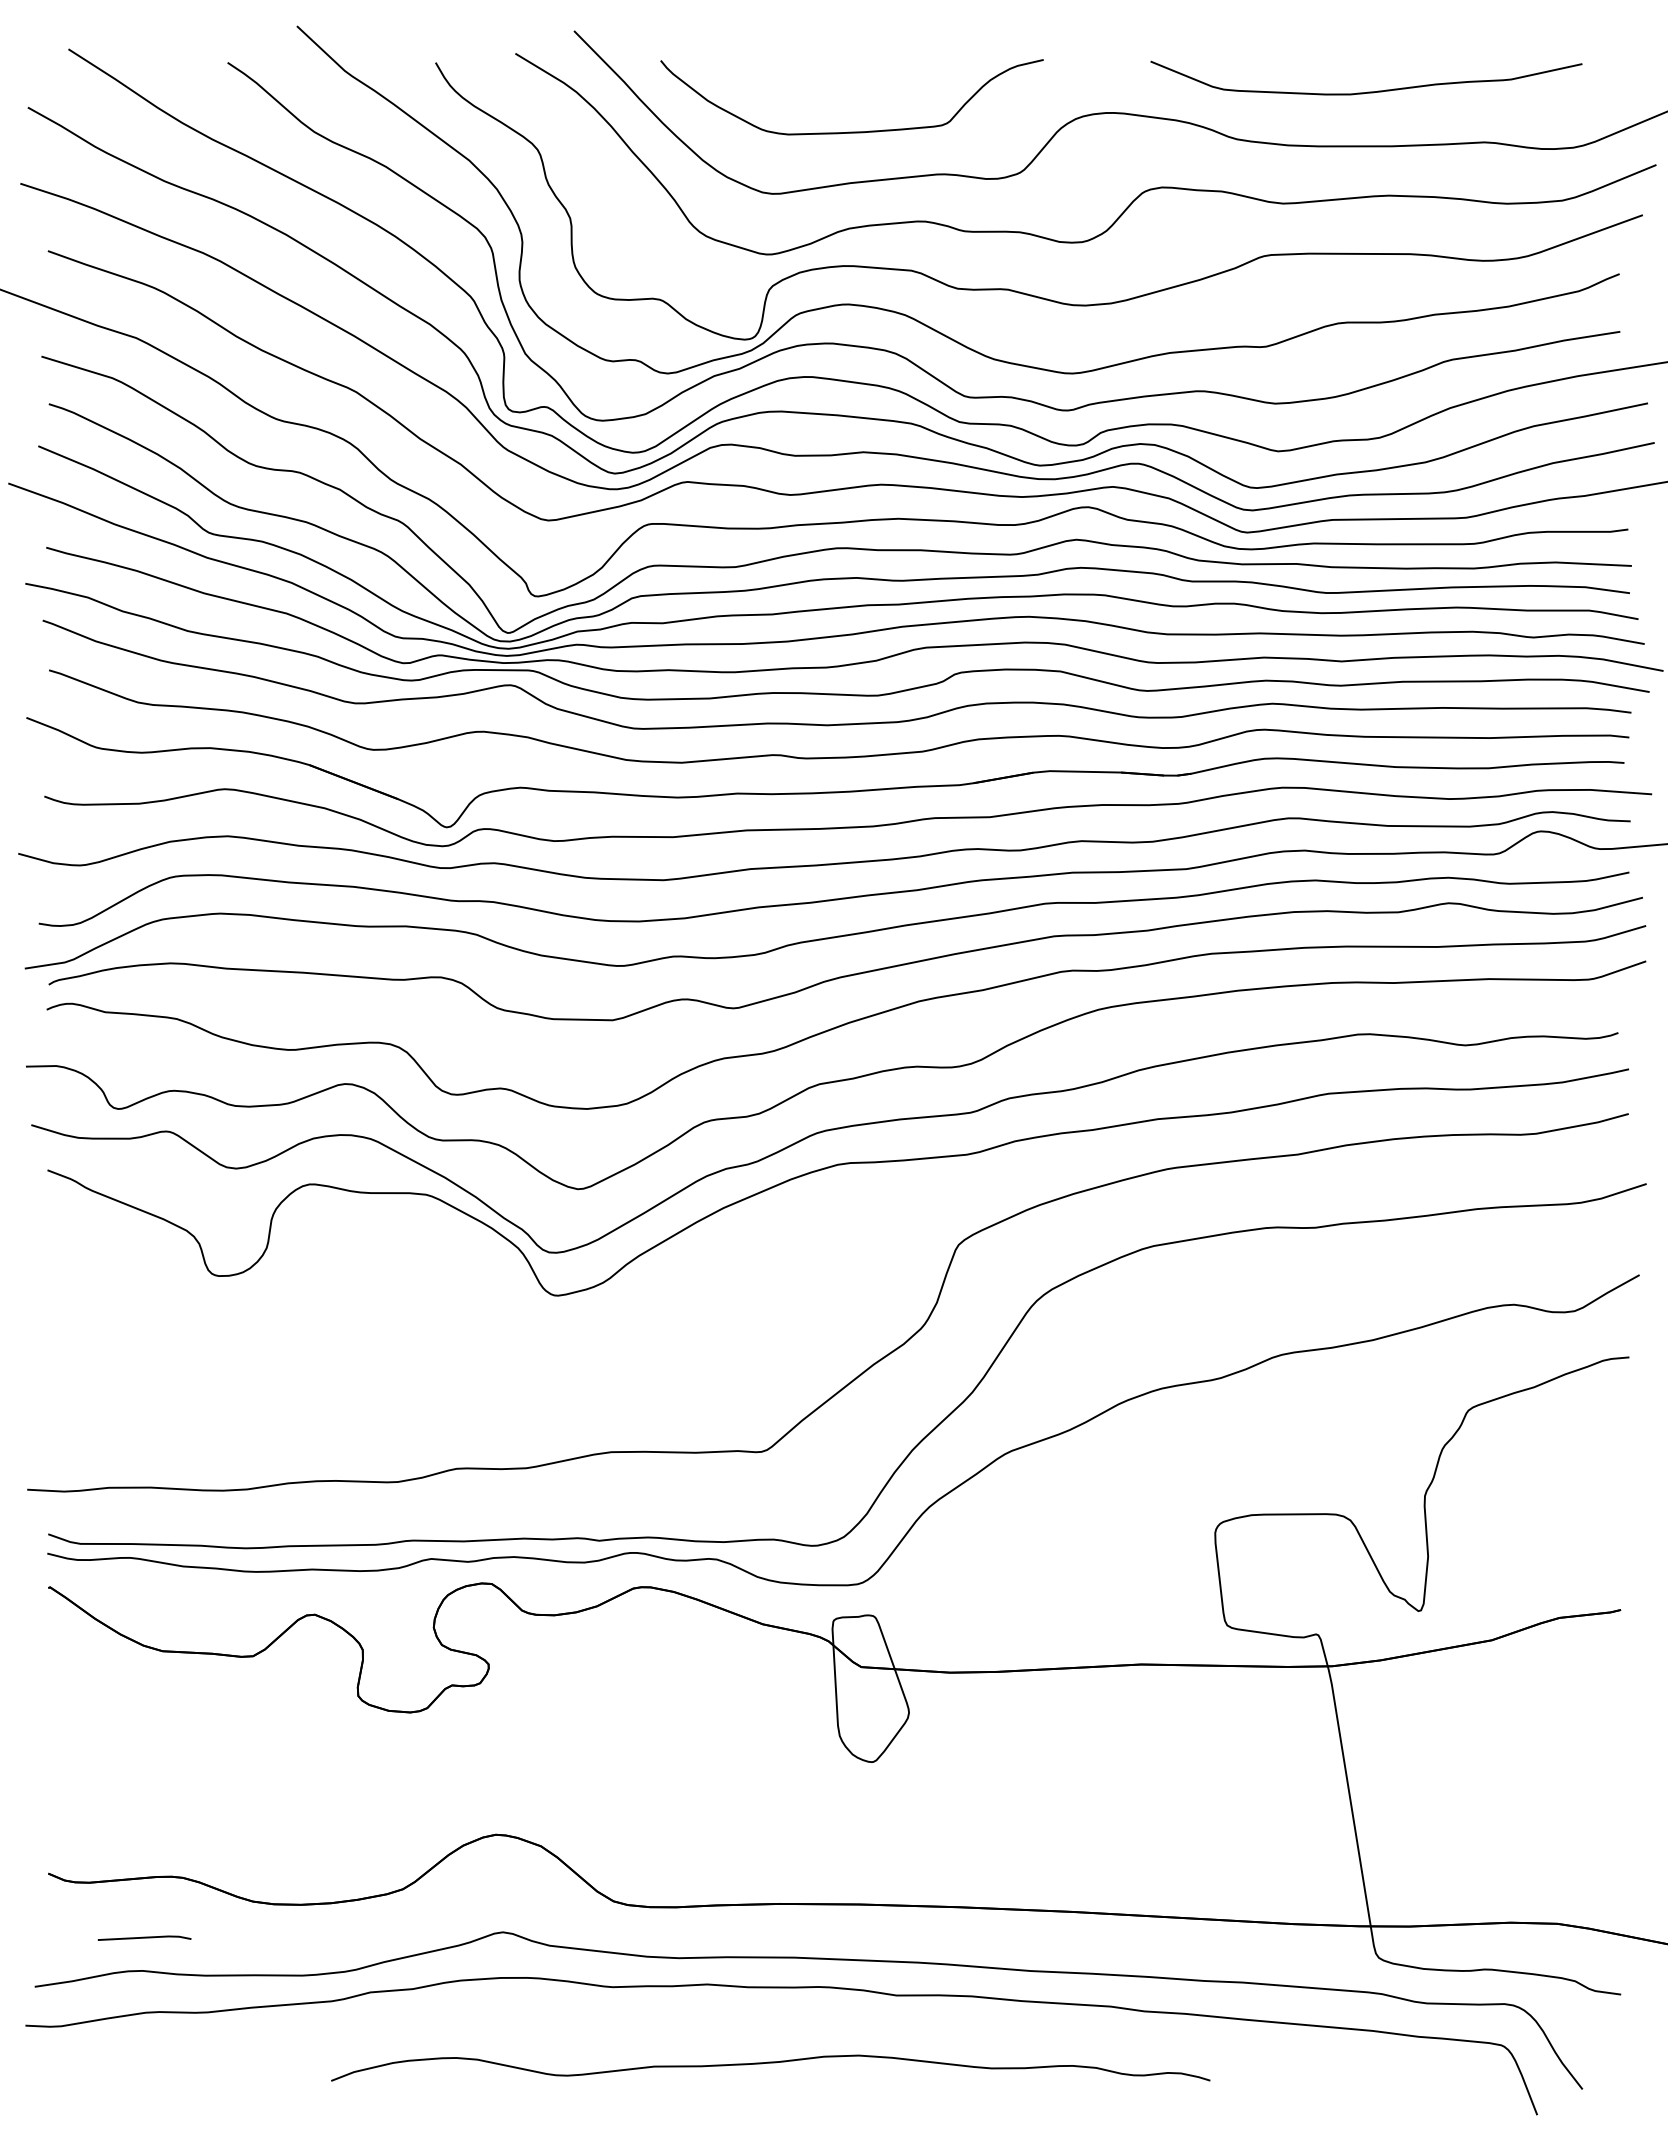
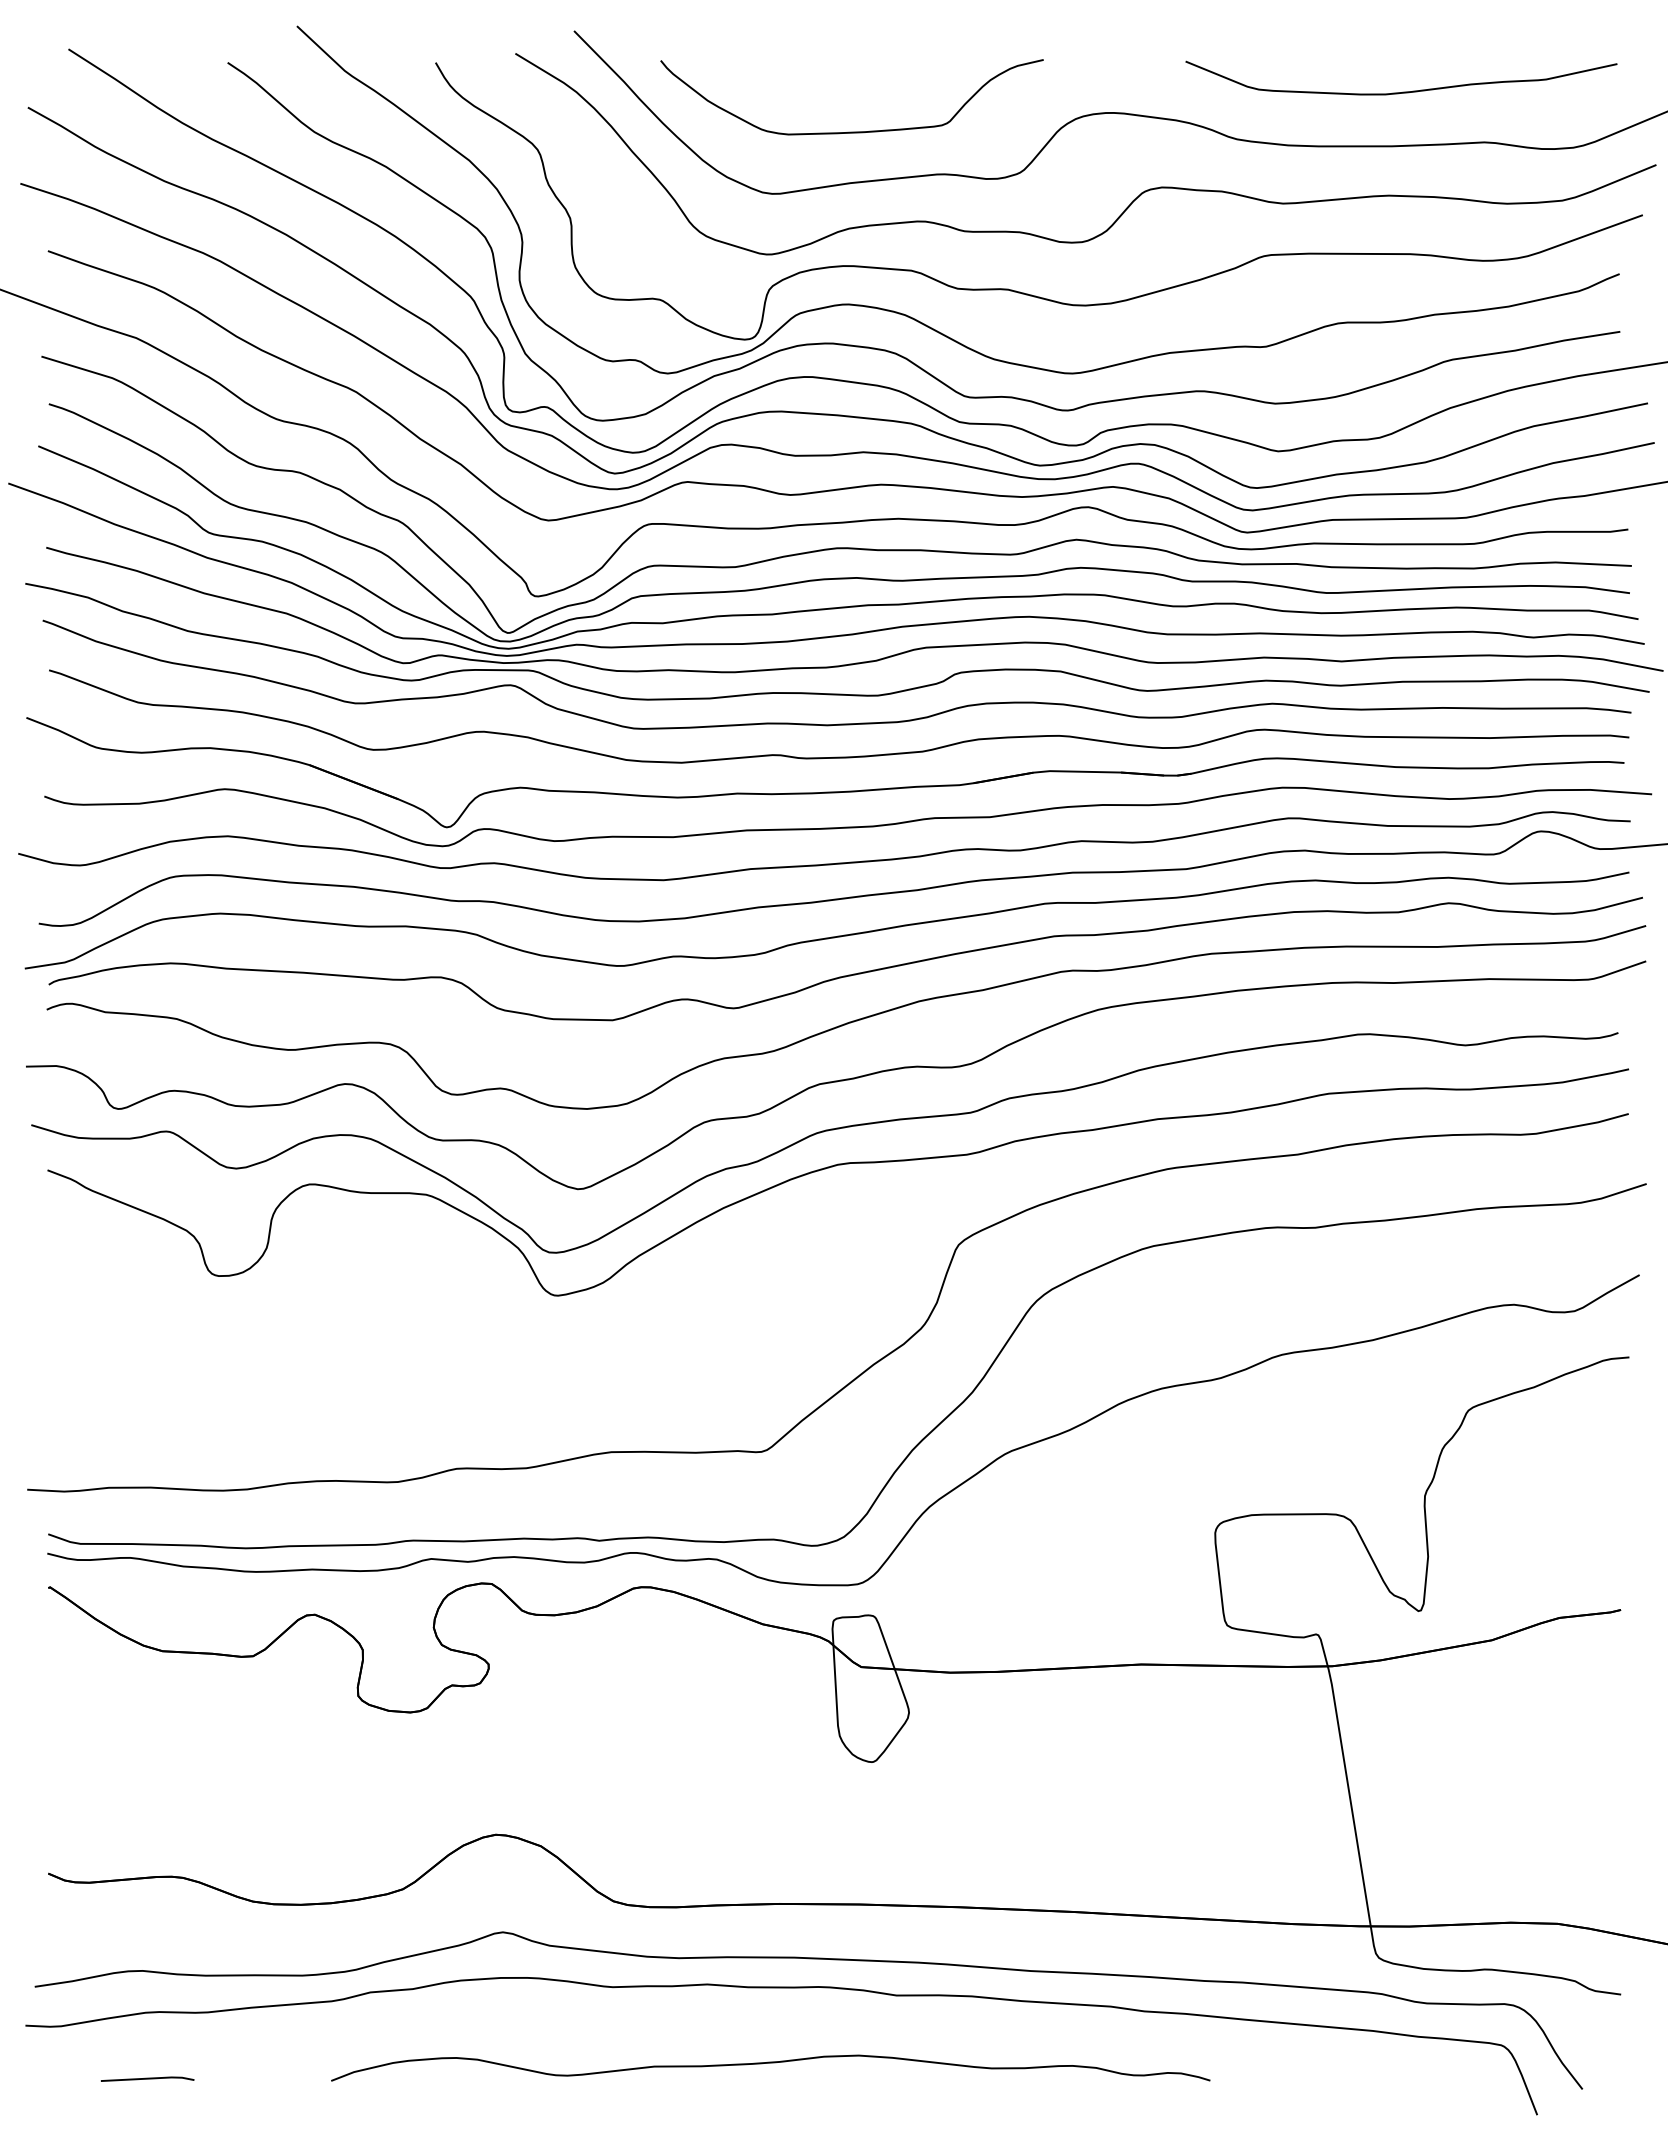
curve at (1367, 91) position: (1367, 91) -> (1402, 91)
line at (144, 1937) position: (144, 1937) -> (147, 2078)
